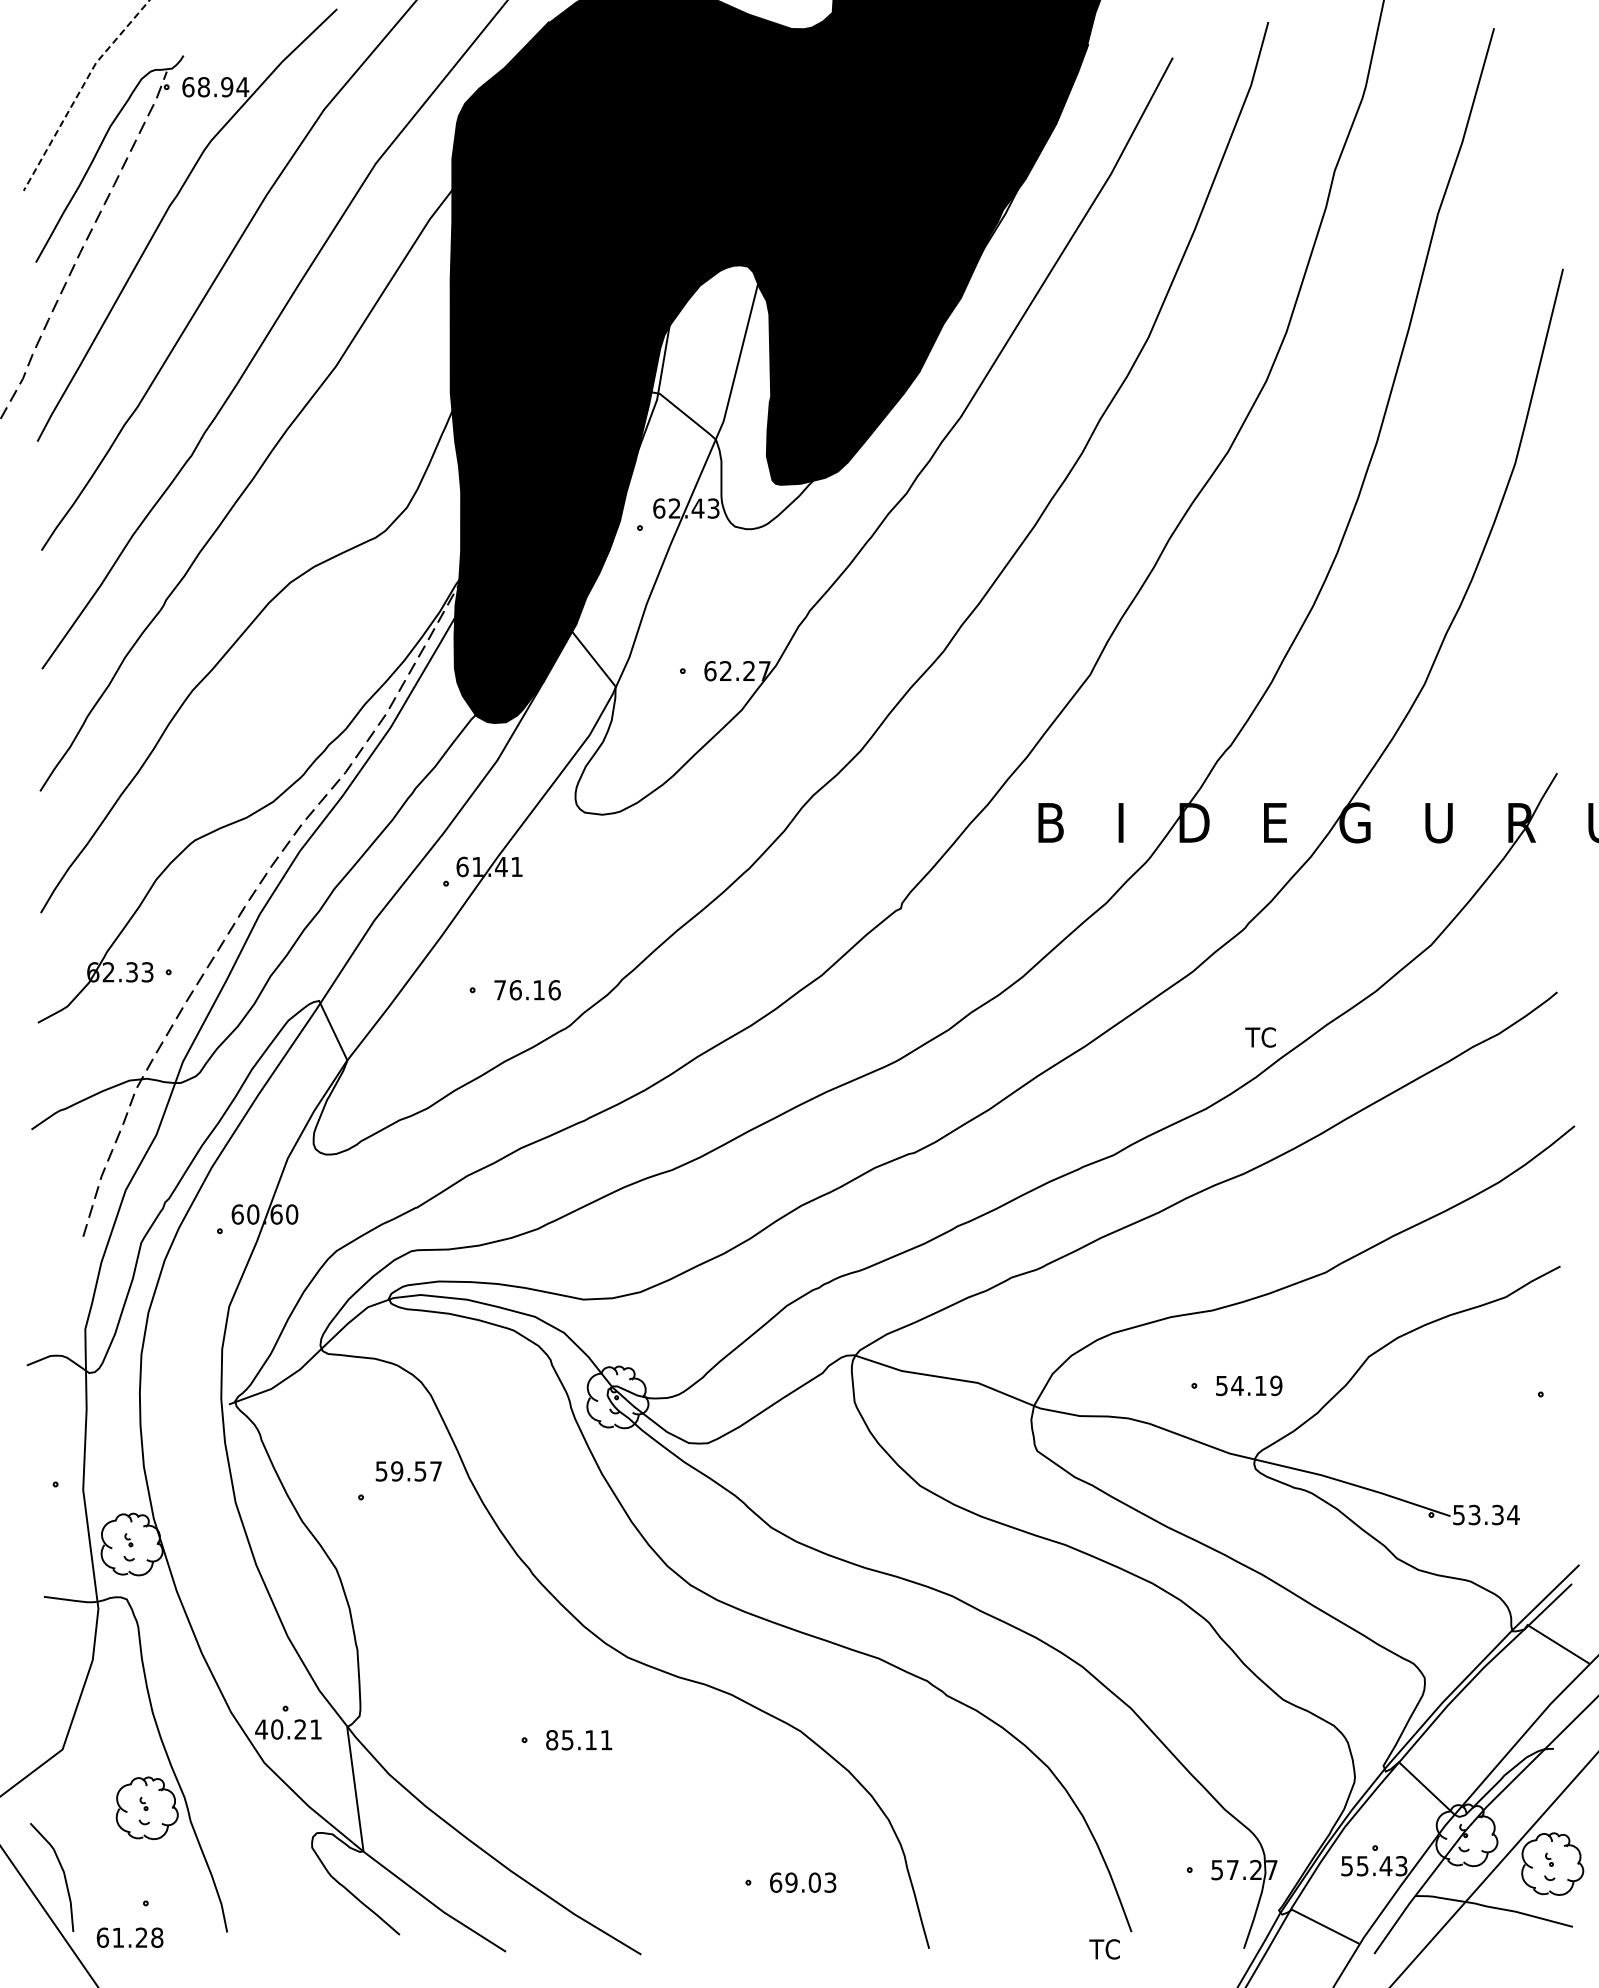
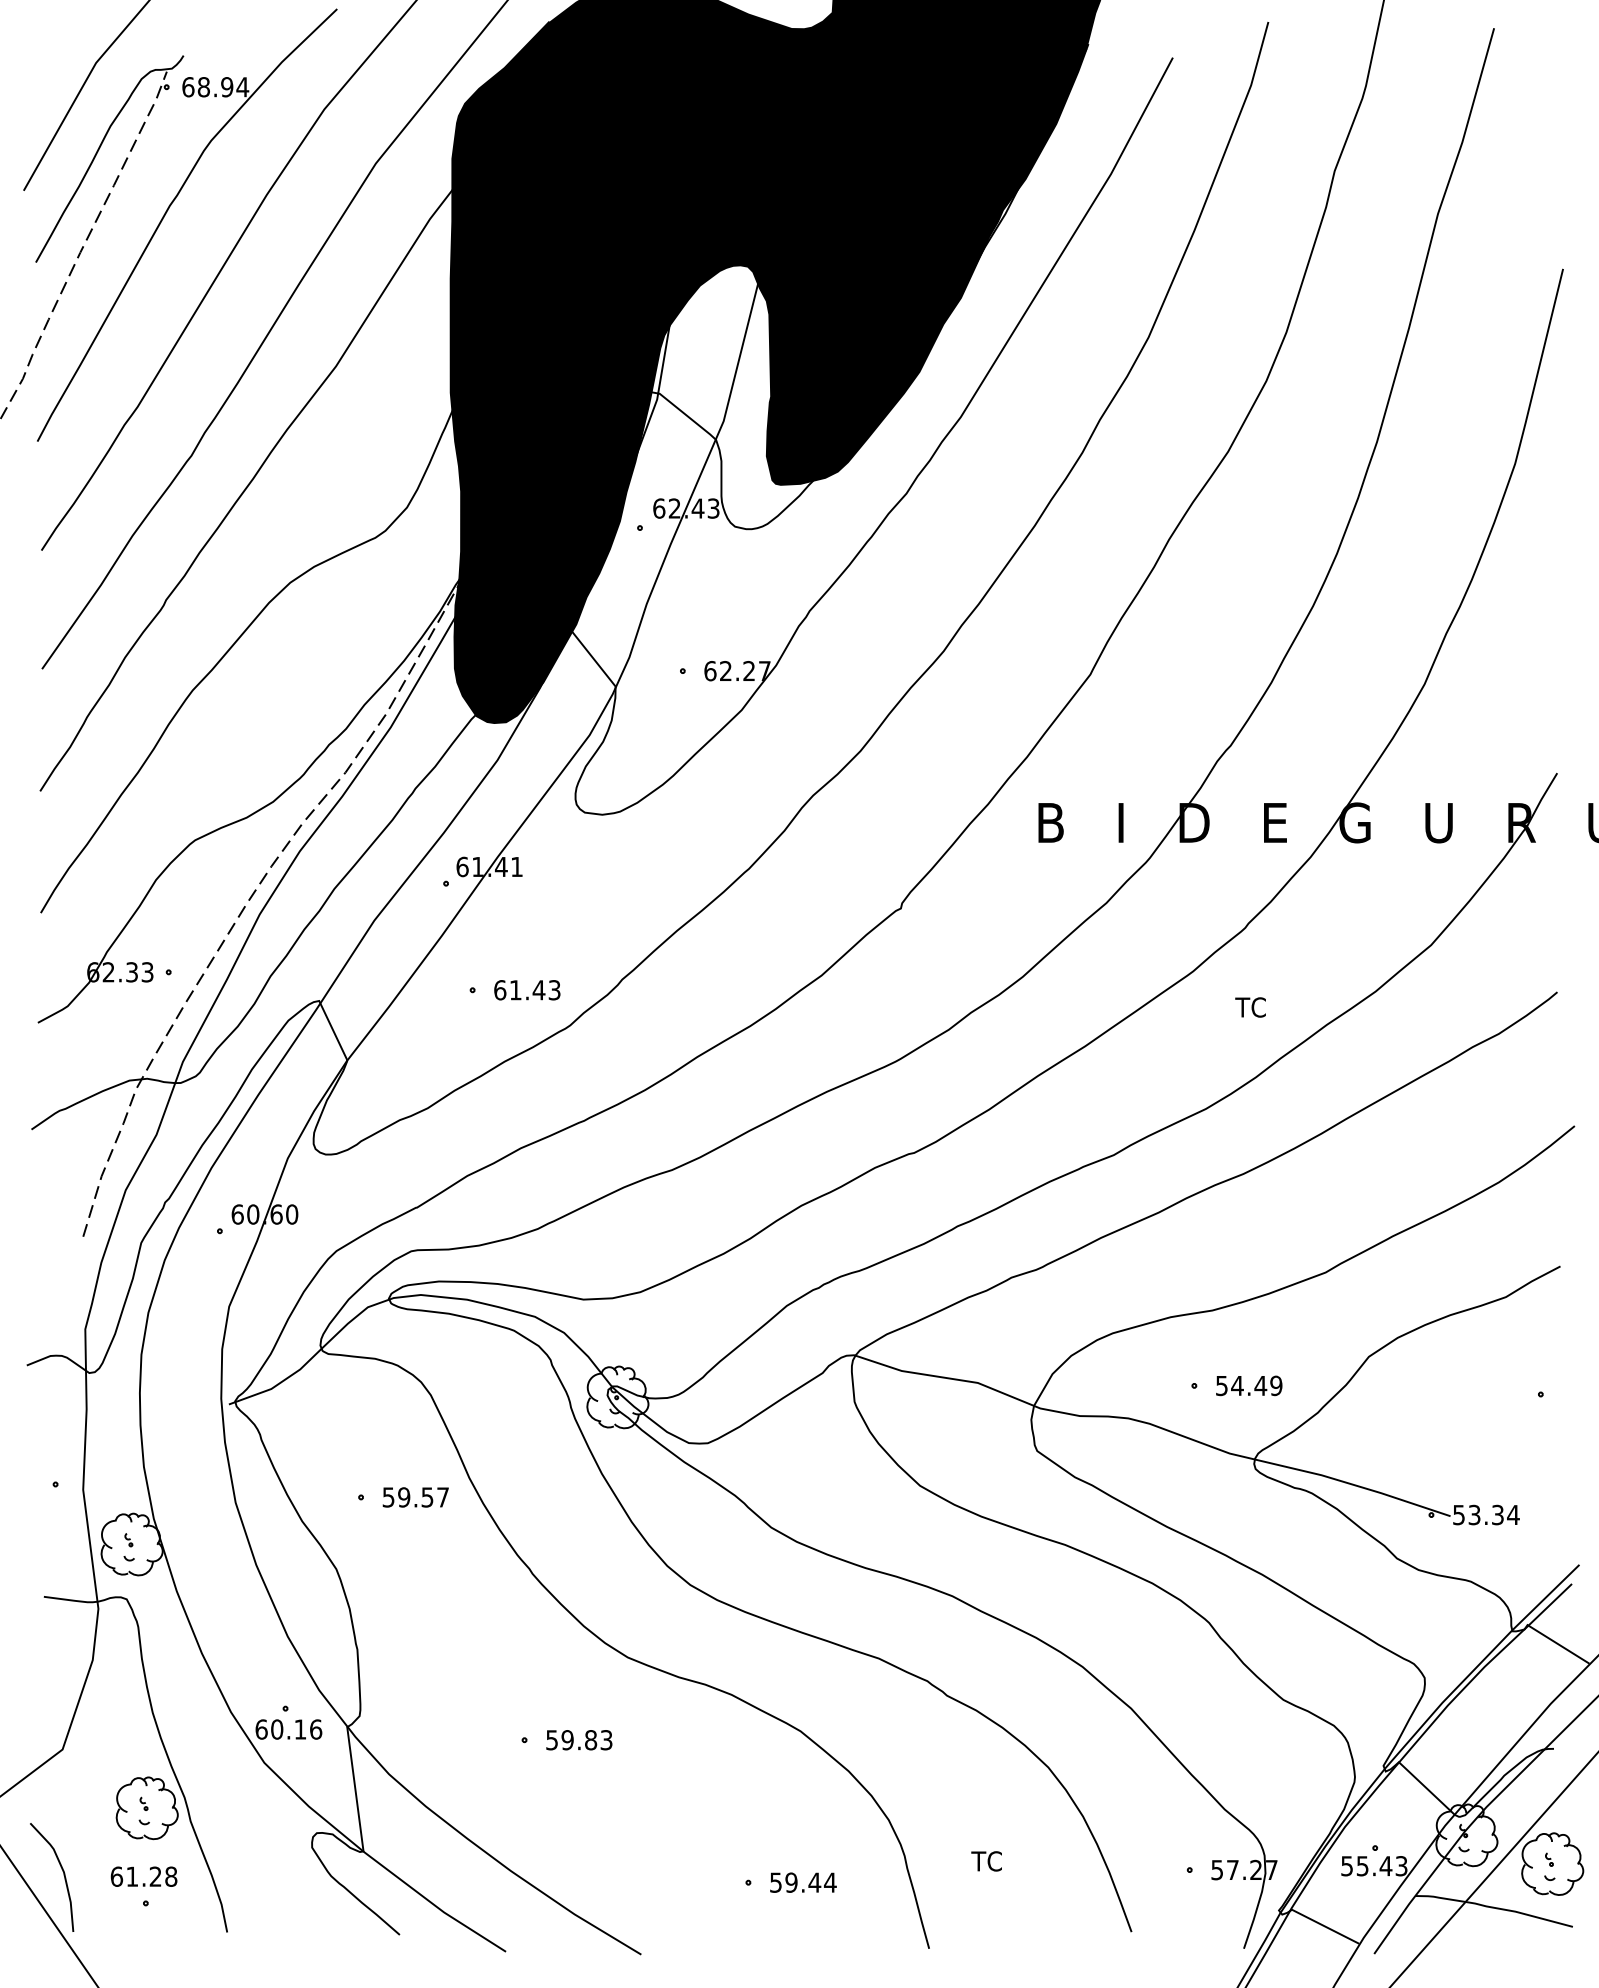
line at (80, 90): dashed -> solid
text at (527, 990): 76.16 -> 61.43
text at (1260, 1037) position: (1260, 1037) -> (1250, 1007)
text at (1260, 1385): 54.19 -> 54.49
text at (408, 1471) position: (408, 1471) -> (415, 1497)
text at (288, 1729): 40.21 -> 60.16
text at (579, 1740): 85.11 -> 59.83
text at (803, 1882): 69.03 -> 59.44
text at (129, 1937) position: (129, 1937) -> (143, 1876)
text at (1104, 1949) position: (1104, 1949) -> (986, 1861)
